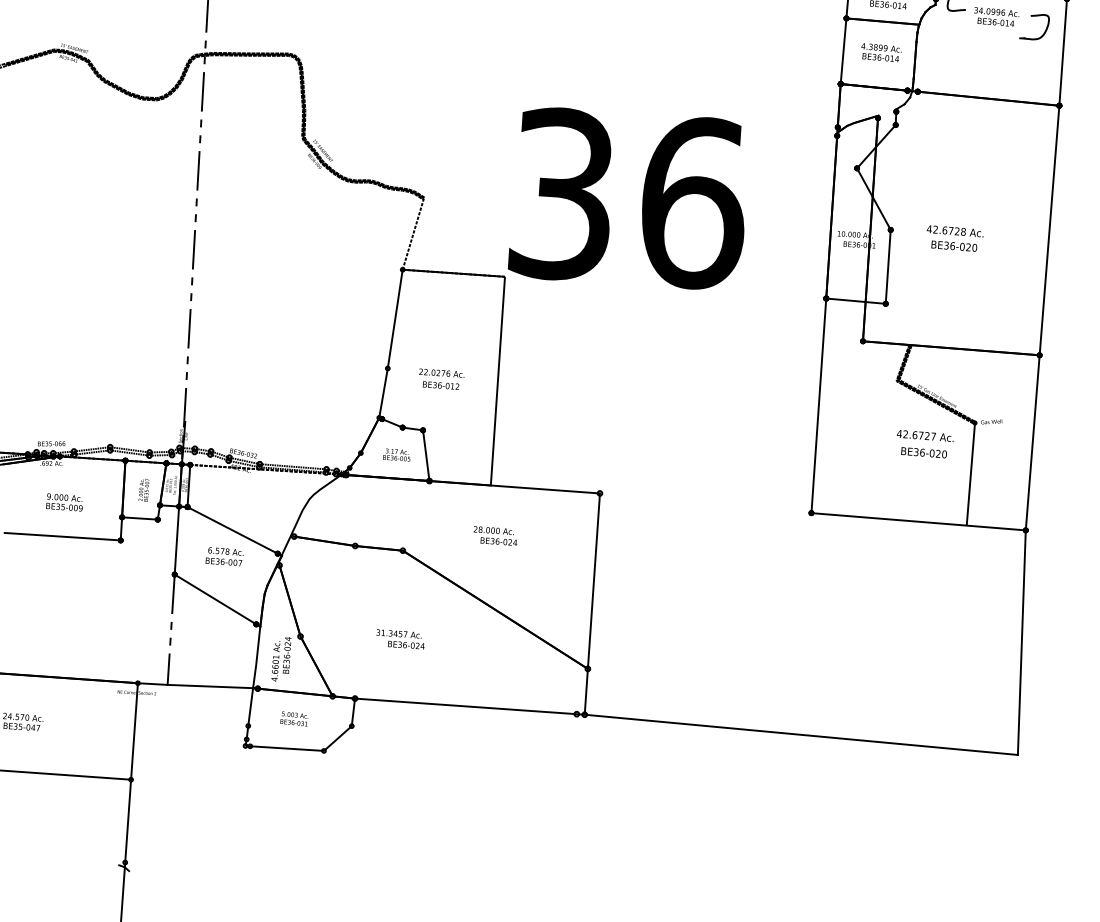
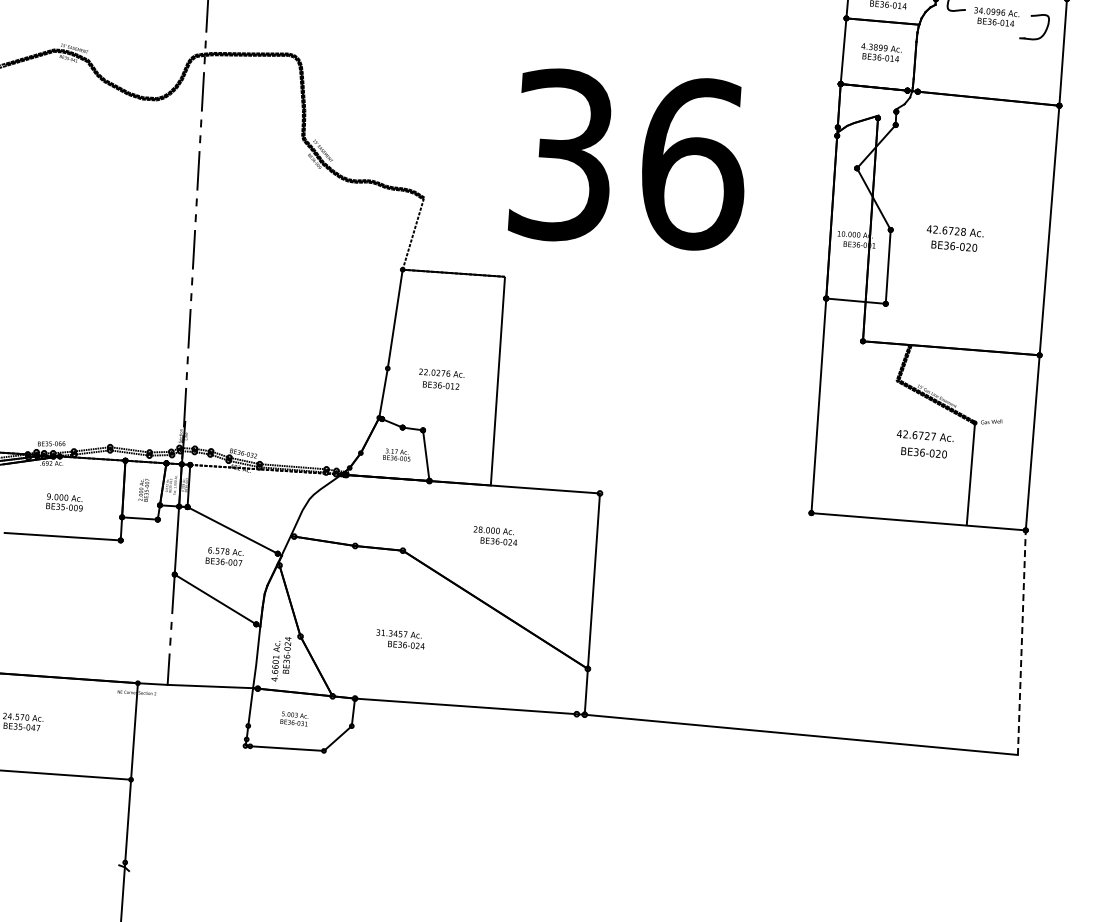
text at (625, 198) position: (625, 198) -> (625, 159)
line at (1021, 642): solid -> dashed
